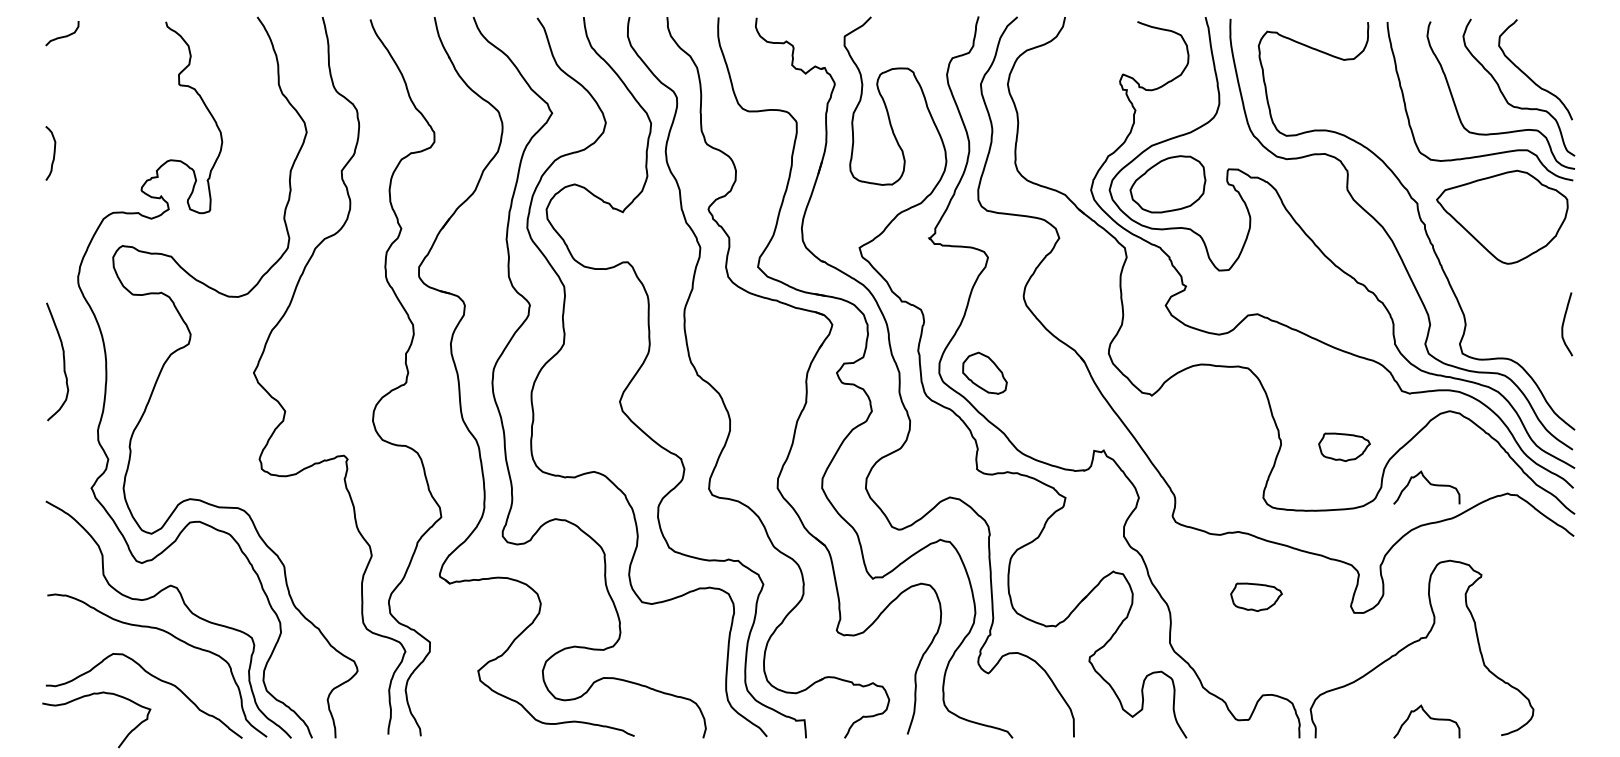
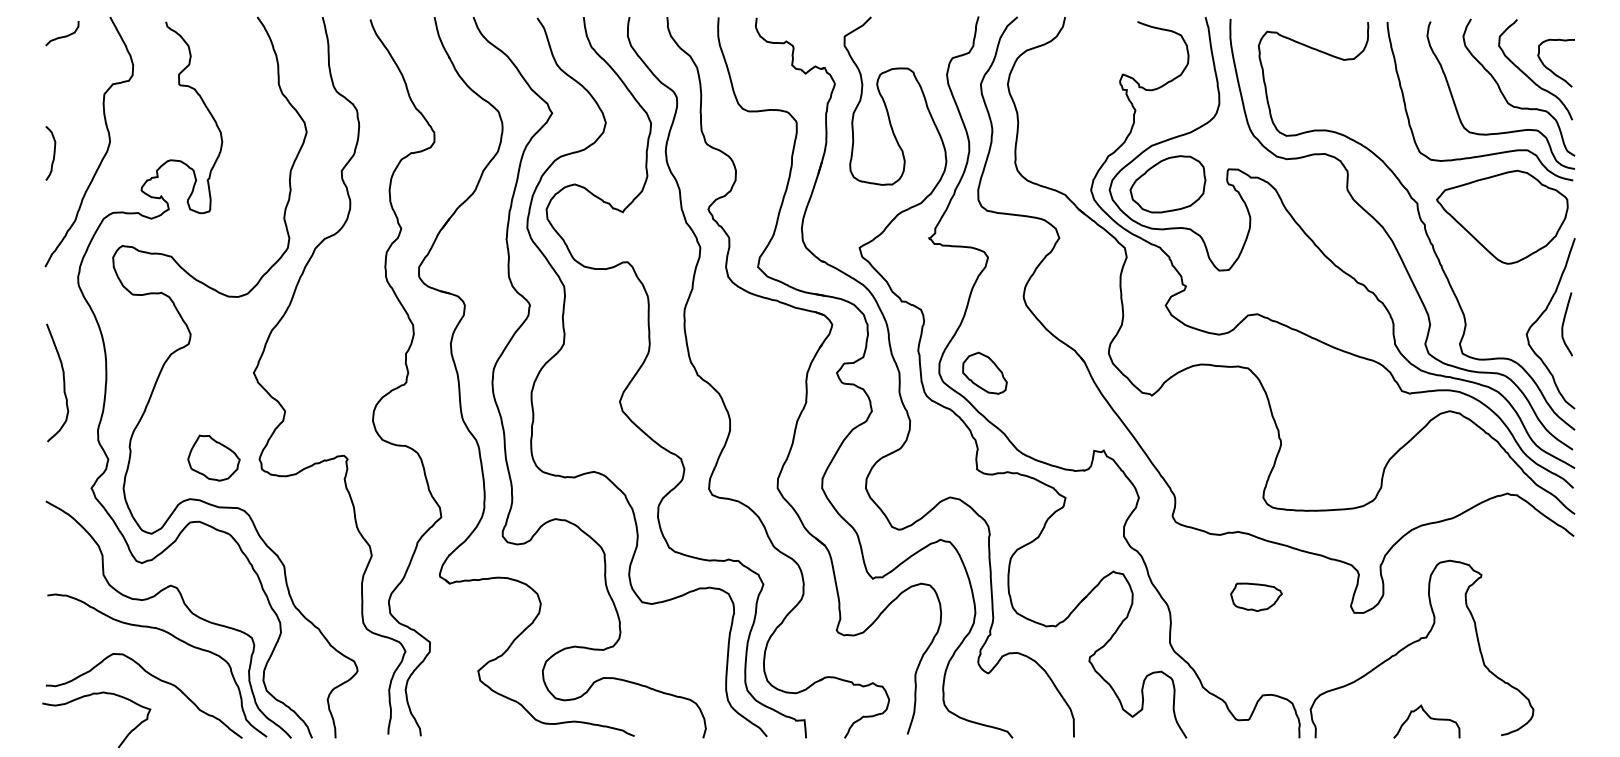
curve at (1549, 68): none -> present
curve at (107, 146): none -> present
curve at (1542, 315): none -> present
curve at (63, 361) position: (63, 361) -> (63, 382)
part at (1344, 447): present -> none
part at (213, 457): none -> present
curve at (1429, 484): present -> none
